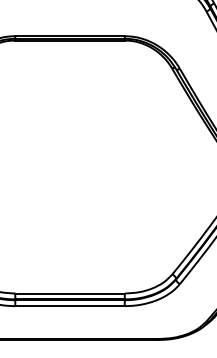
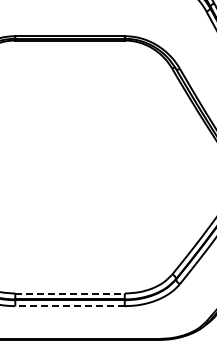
line at (70, 293): solid -> dashed
line at (70, 306): solid -> dashed
